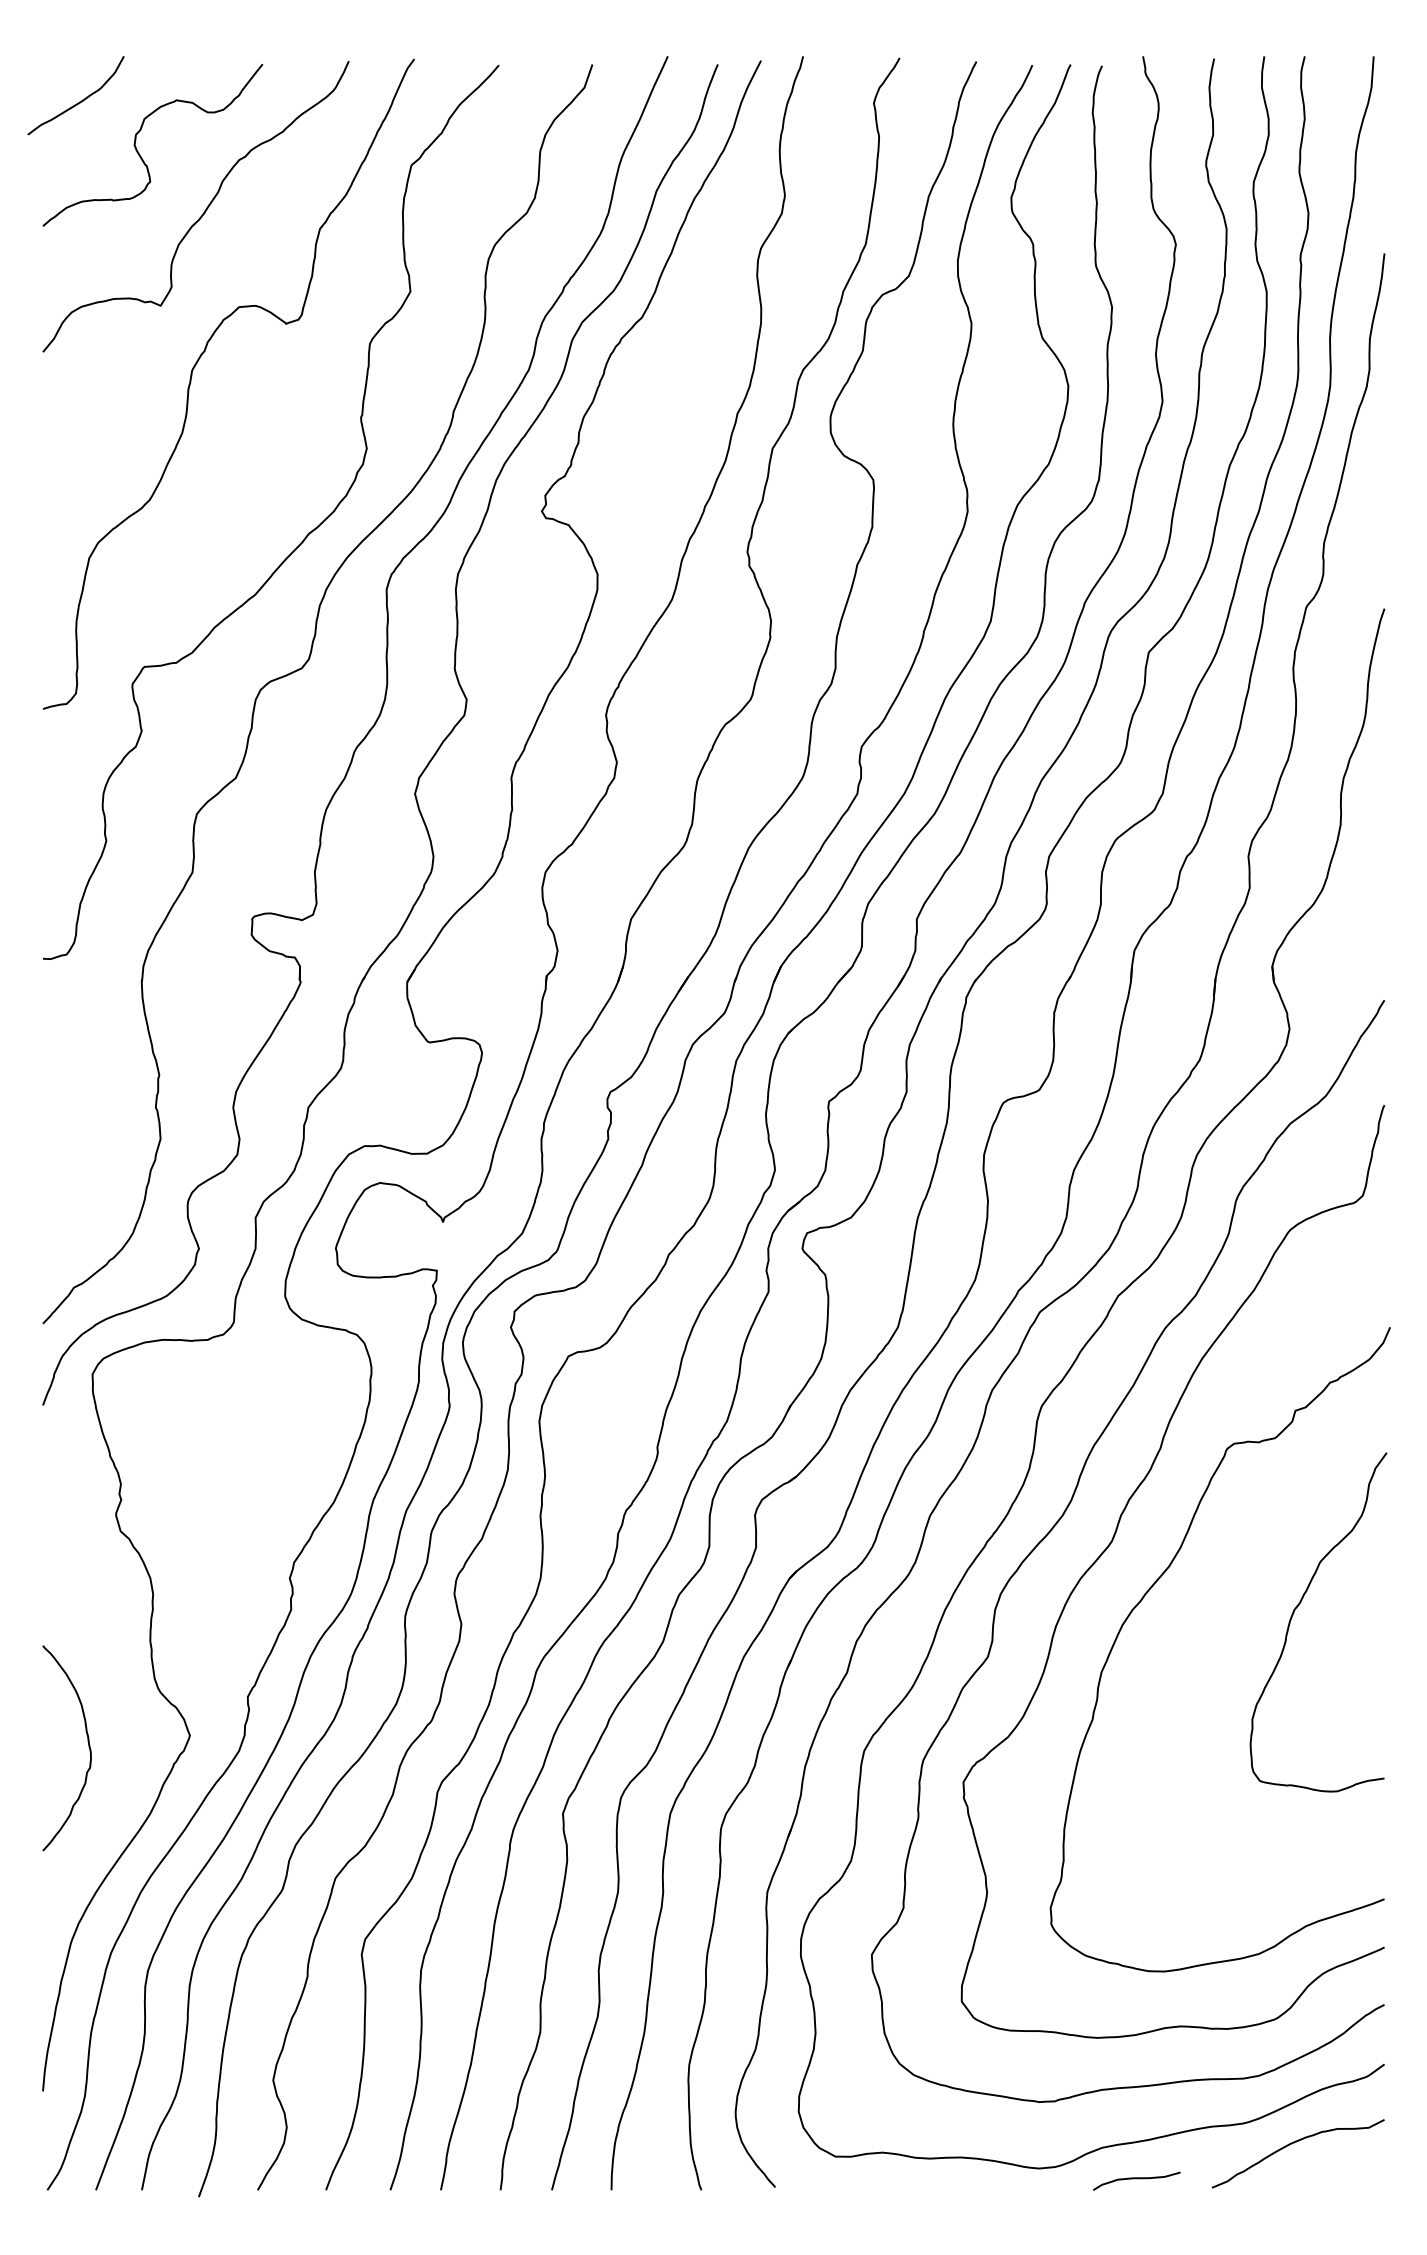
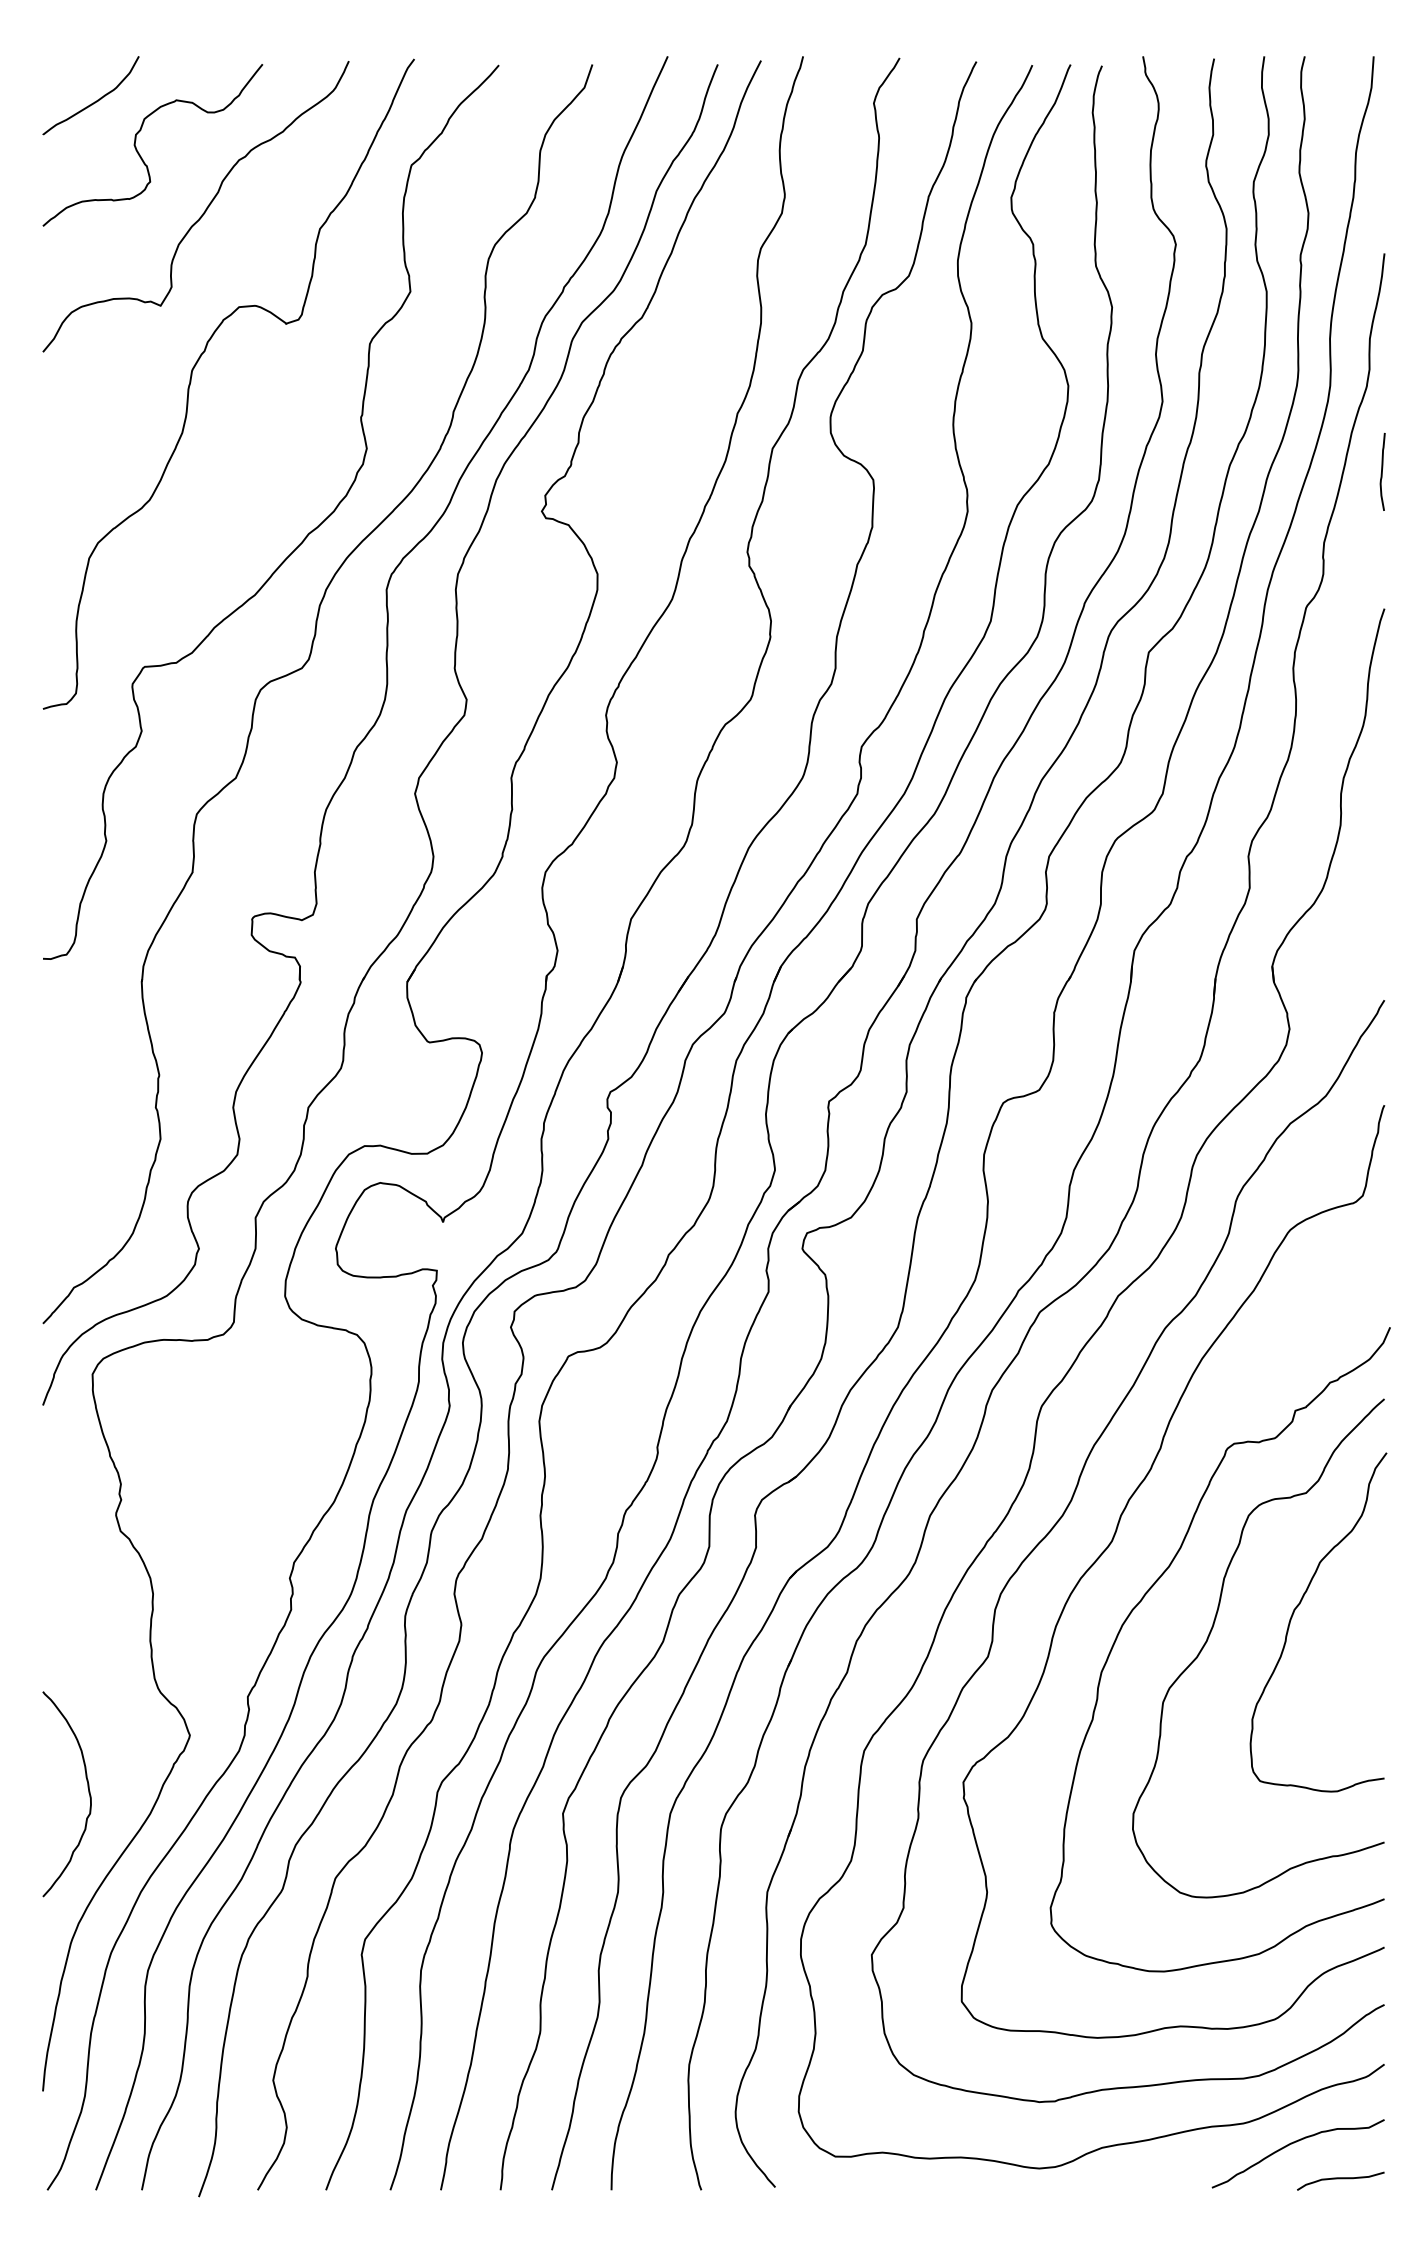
curve at (79, 101) position: (79, 101) -> (94, 101)
curve at (1382, 471): none -> present
curve at (1212, 1630): none -> present
curve at (88, 1747) position: (88, 1747) -> (88, 1793)
curve at (1136, 2179) position: (1136, 2179) -> (1340, 2179)
